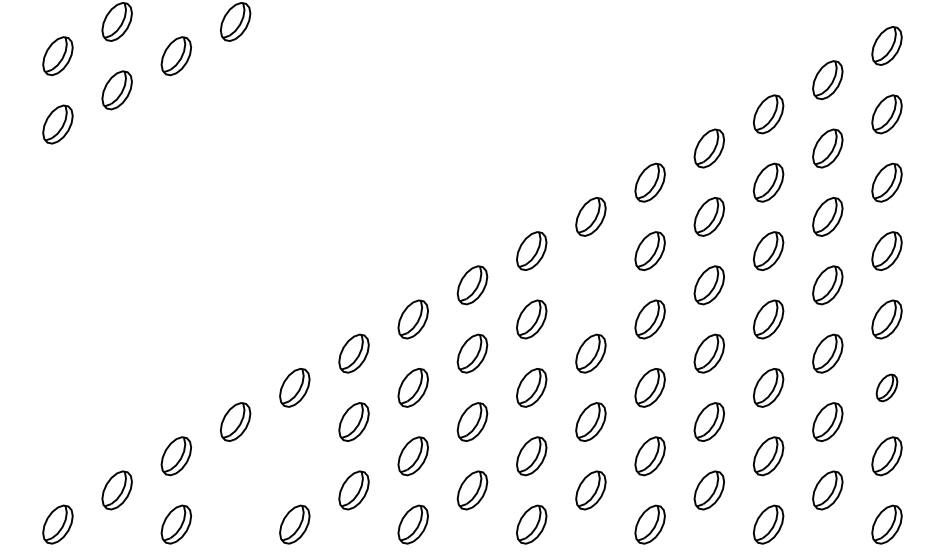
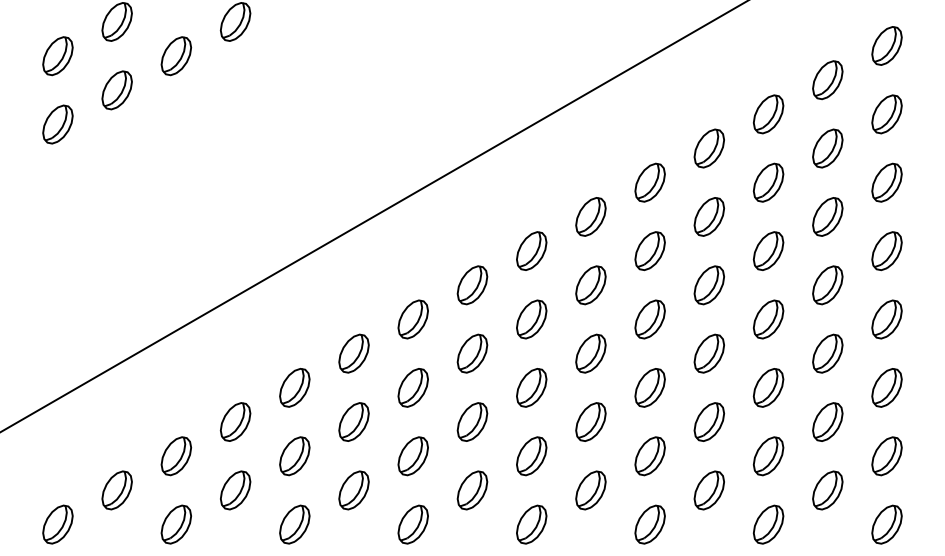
line at (373, 216): none -> present
part at (590, 285): none -> present
part at (886, 387) size: 24x30 px -> 32x40 px
part at (294, 456): none -> present
part at (235, 490): none -> present
